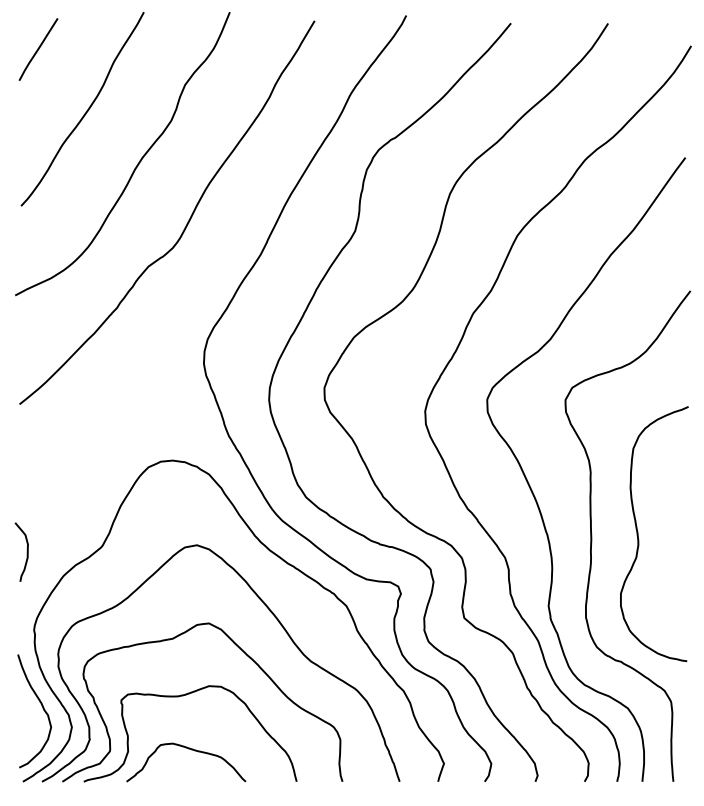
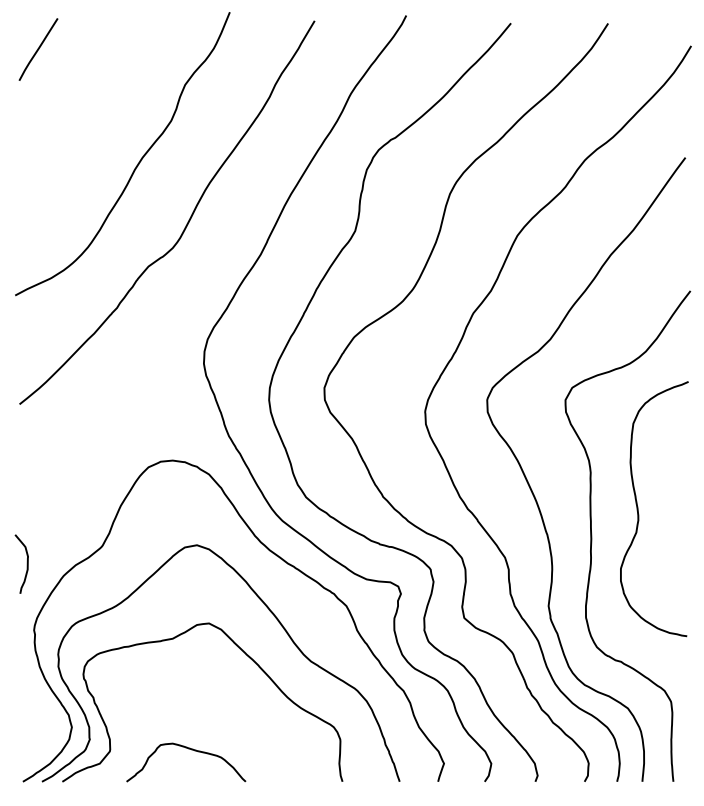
curve at (86, 110): present -> none
curve at (639, 539) position: (639, 539) -> (639, 514)
curve at (26, 551) position: (26, 551) -> (26, 563)
curve at (183, 696): present -> none
curve at (42, 708): present -> none
